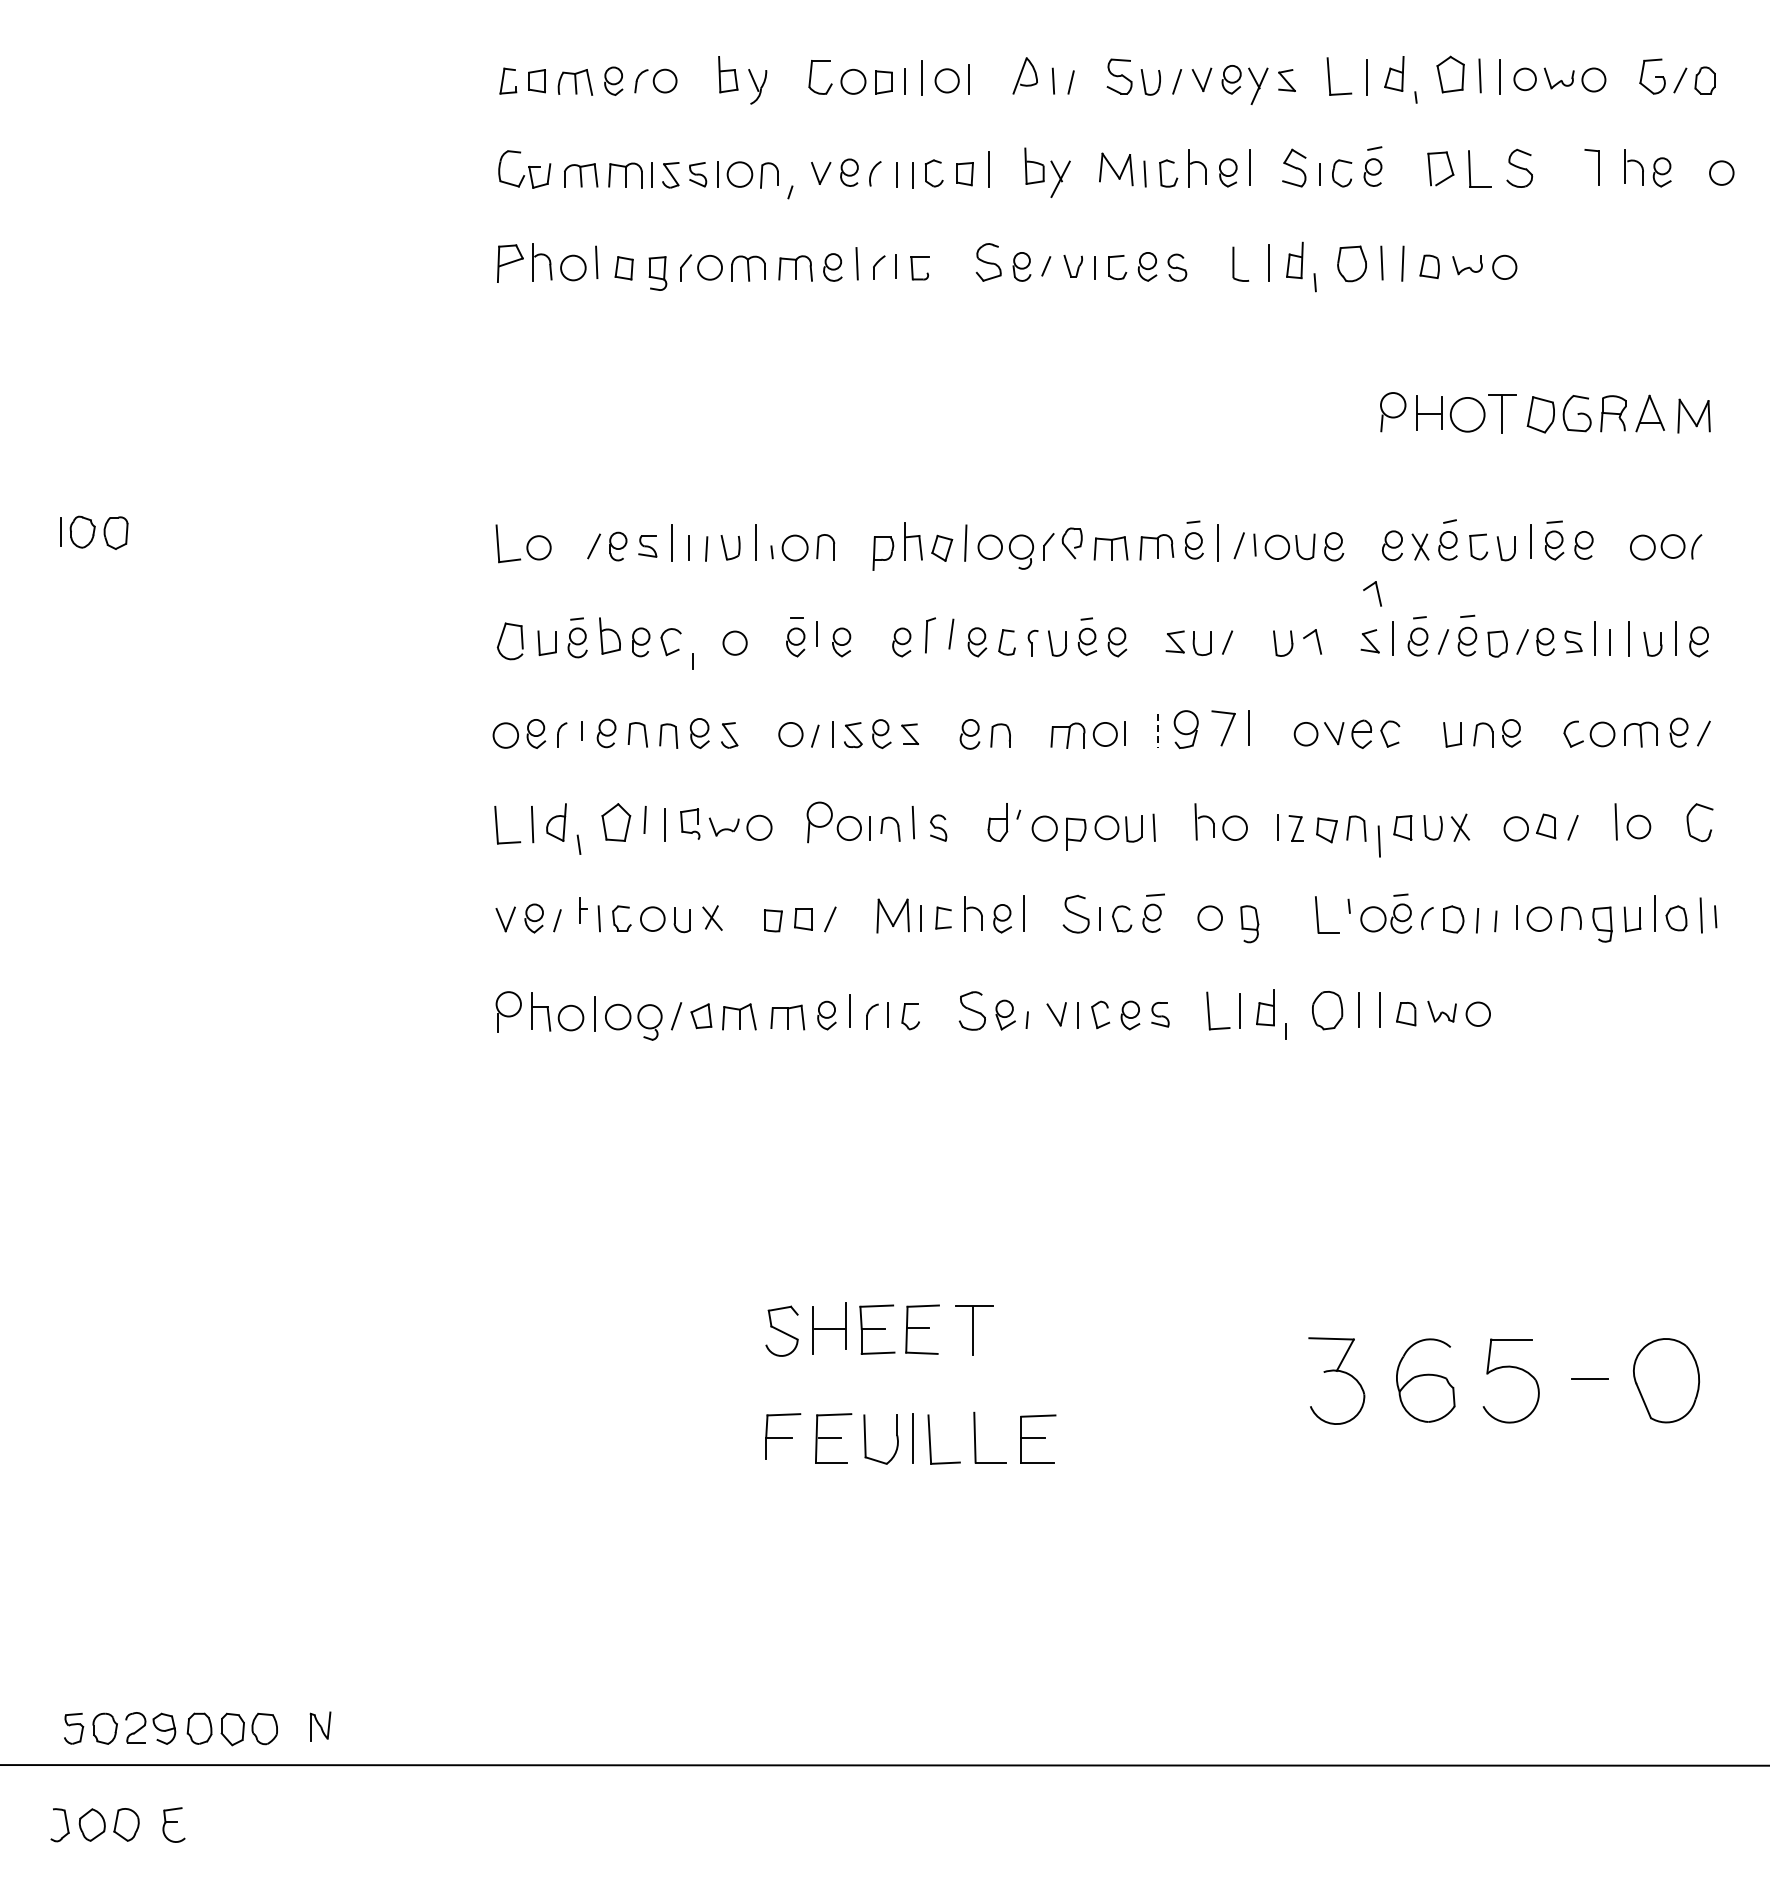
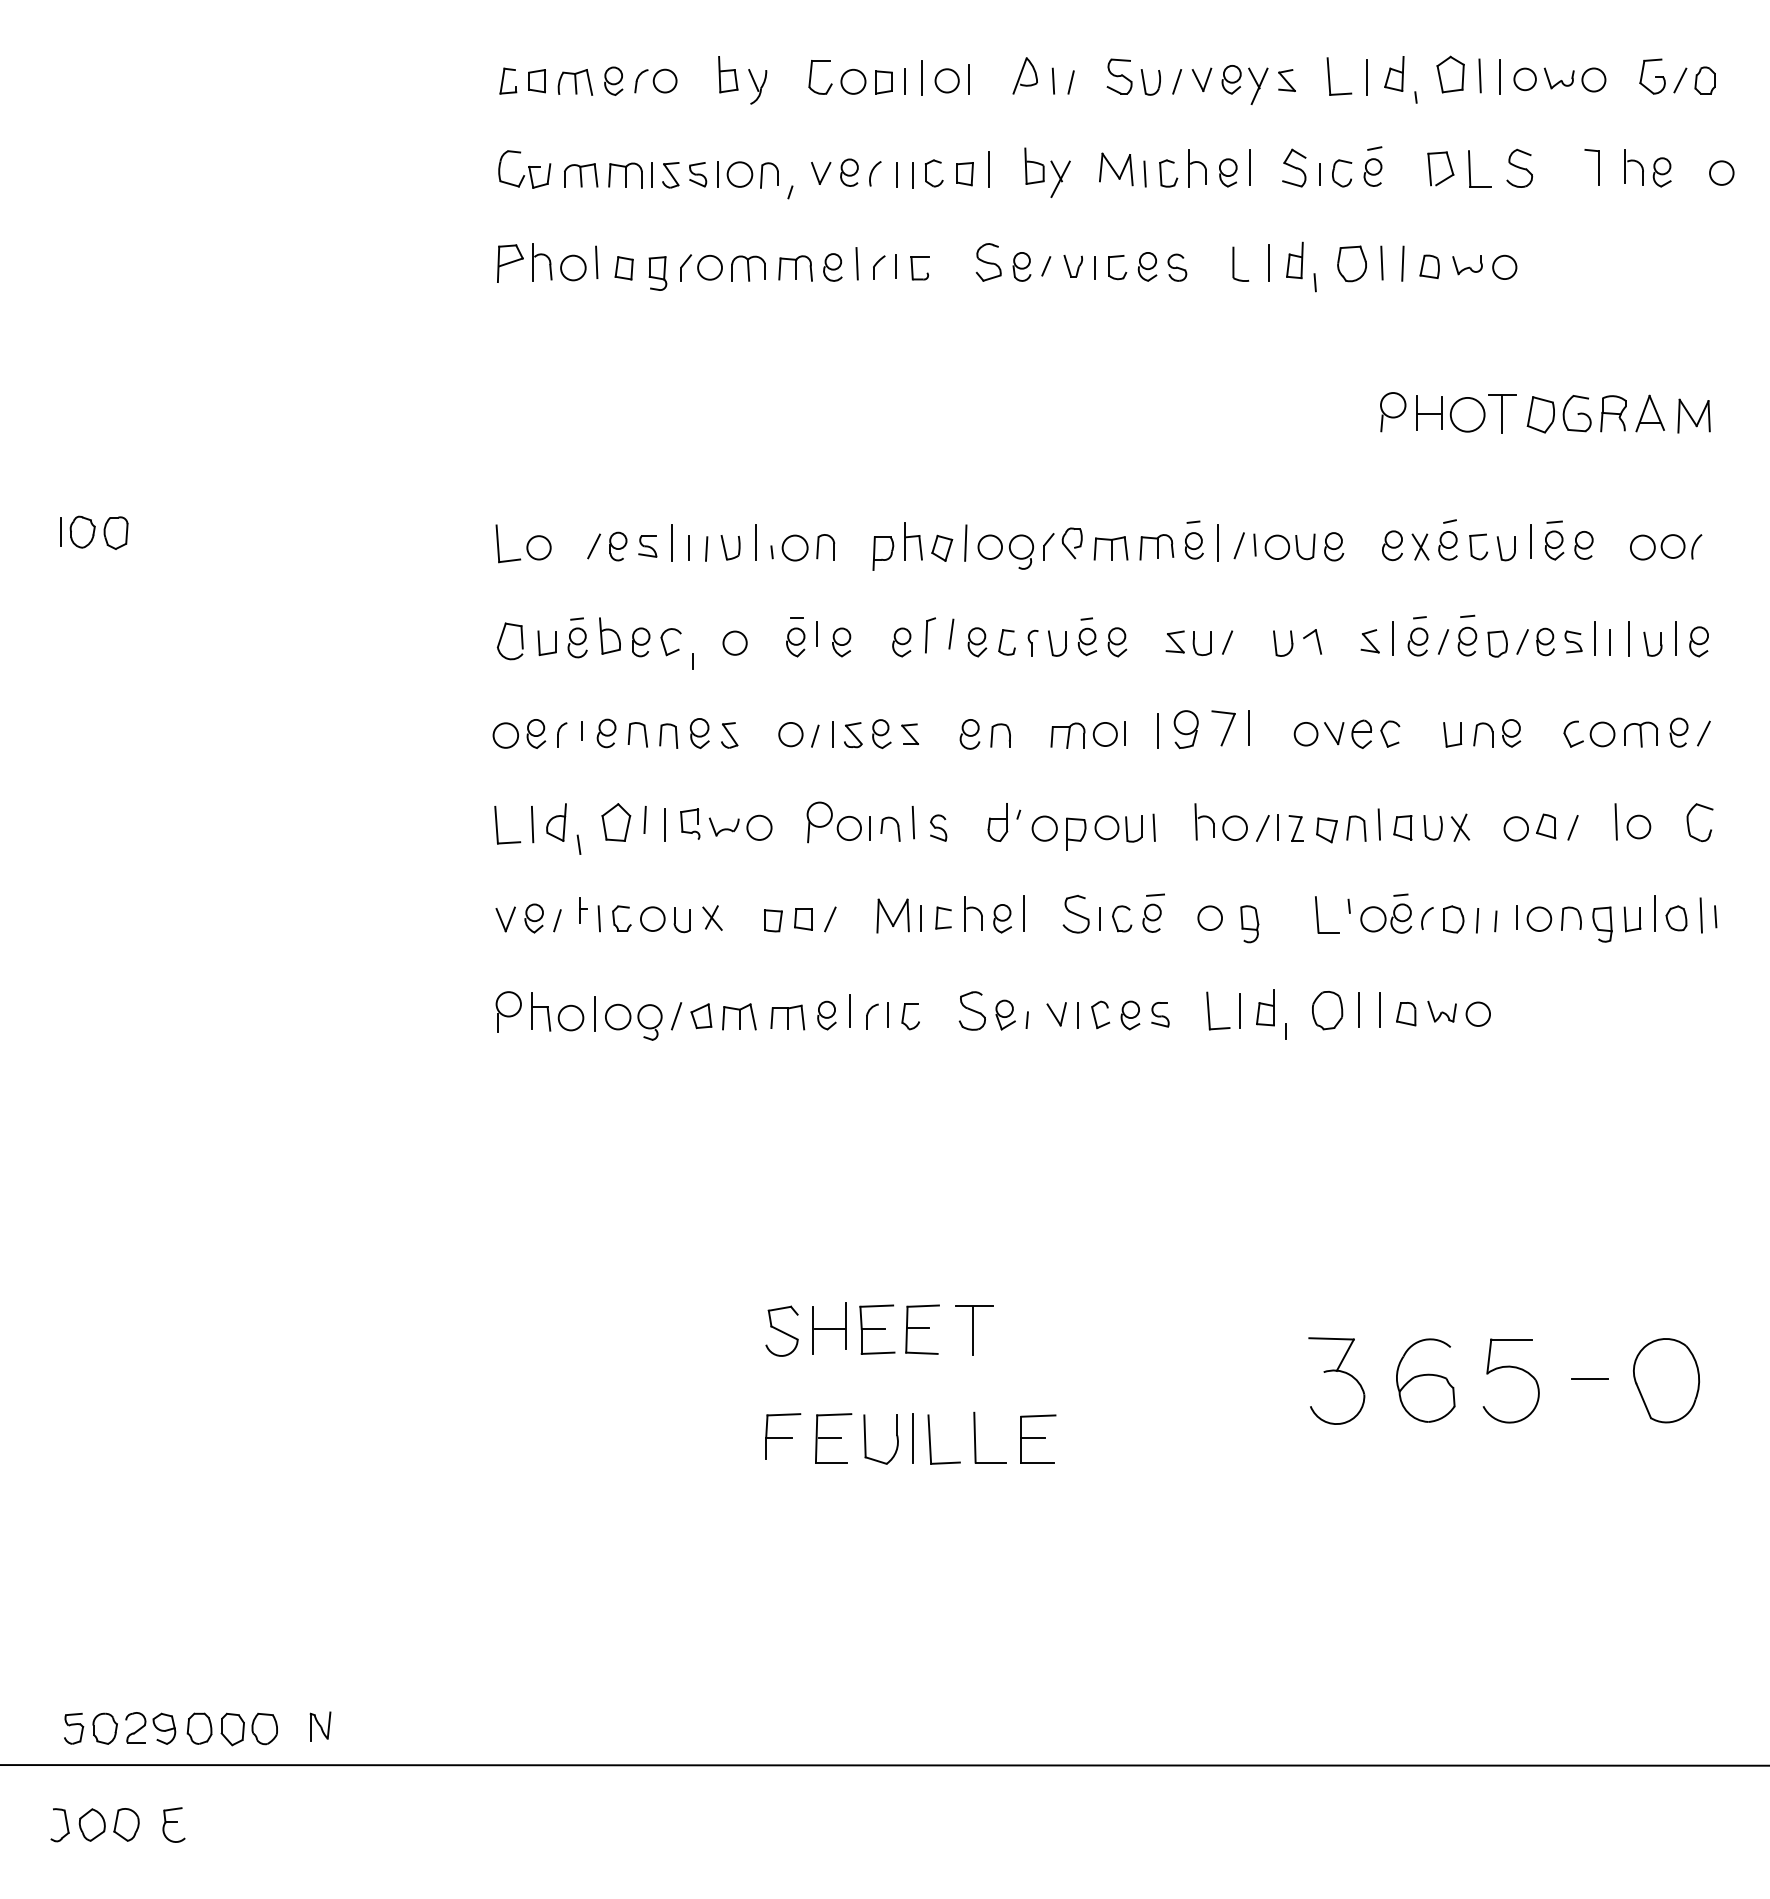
part at (1372, 593): present -> none
line at (1157, 731): dashed -> solid
line at (1262, 828): none -> present
line at (1378, 841) position: (1378, 841) -> (1378, 824)
